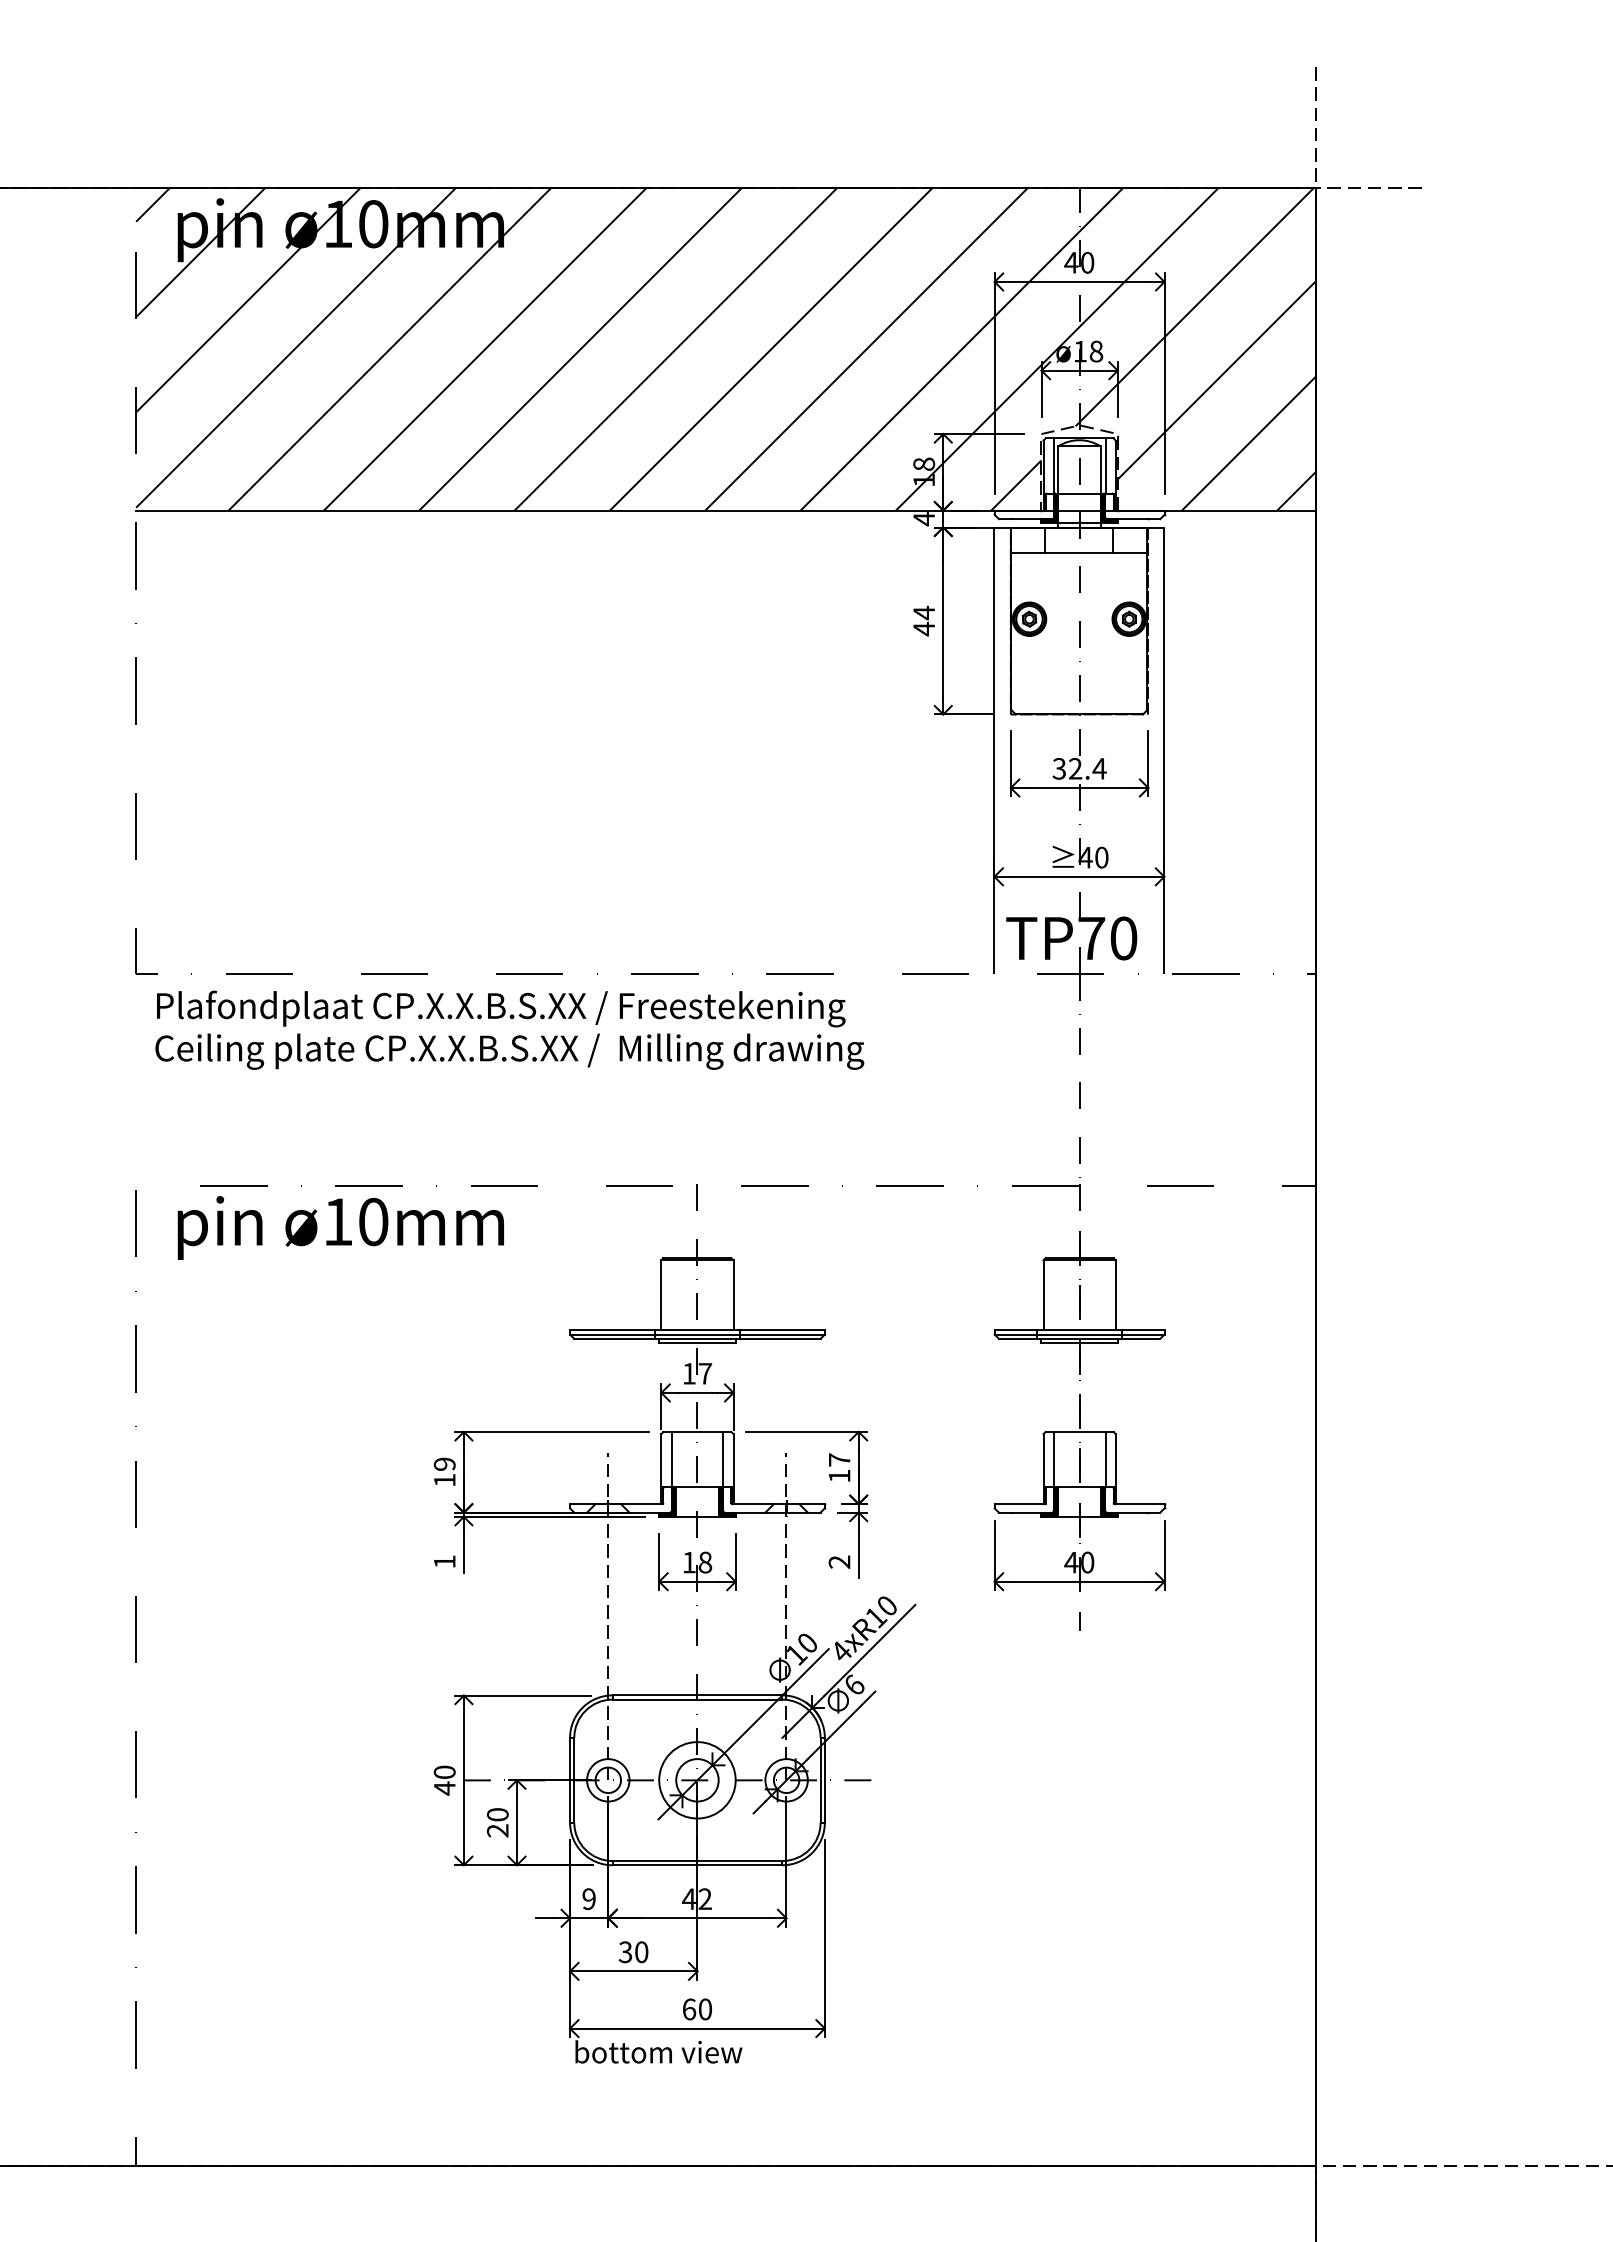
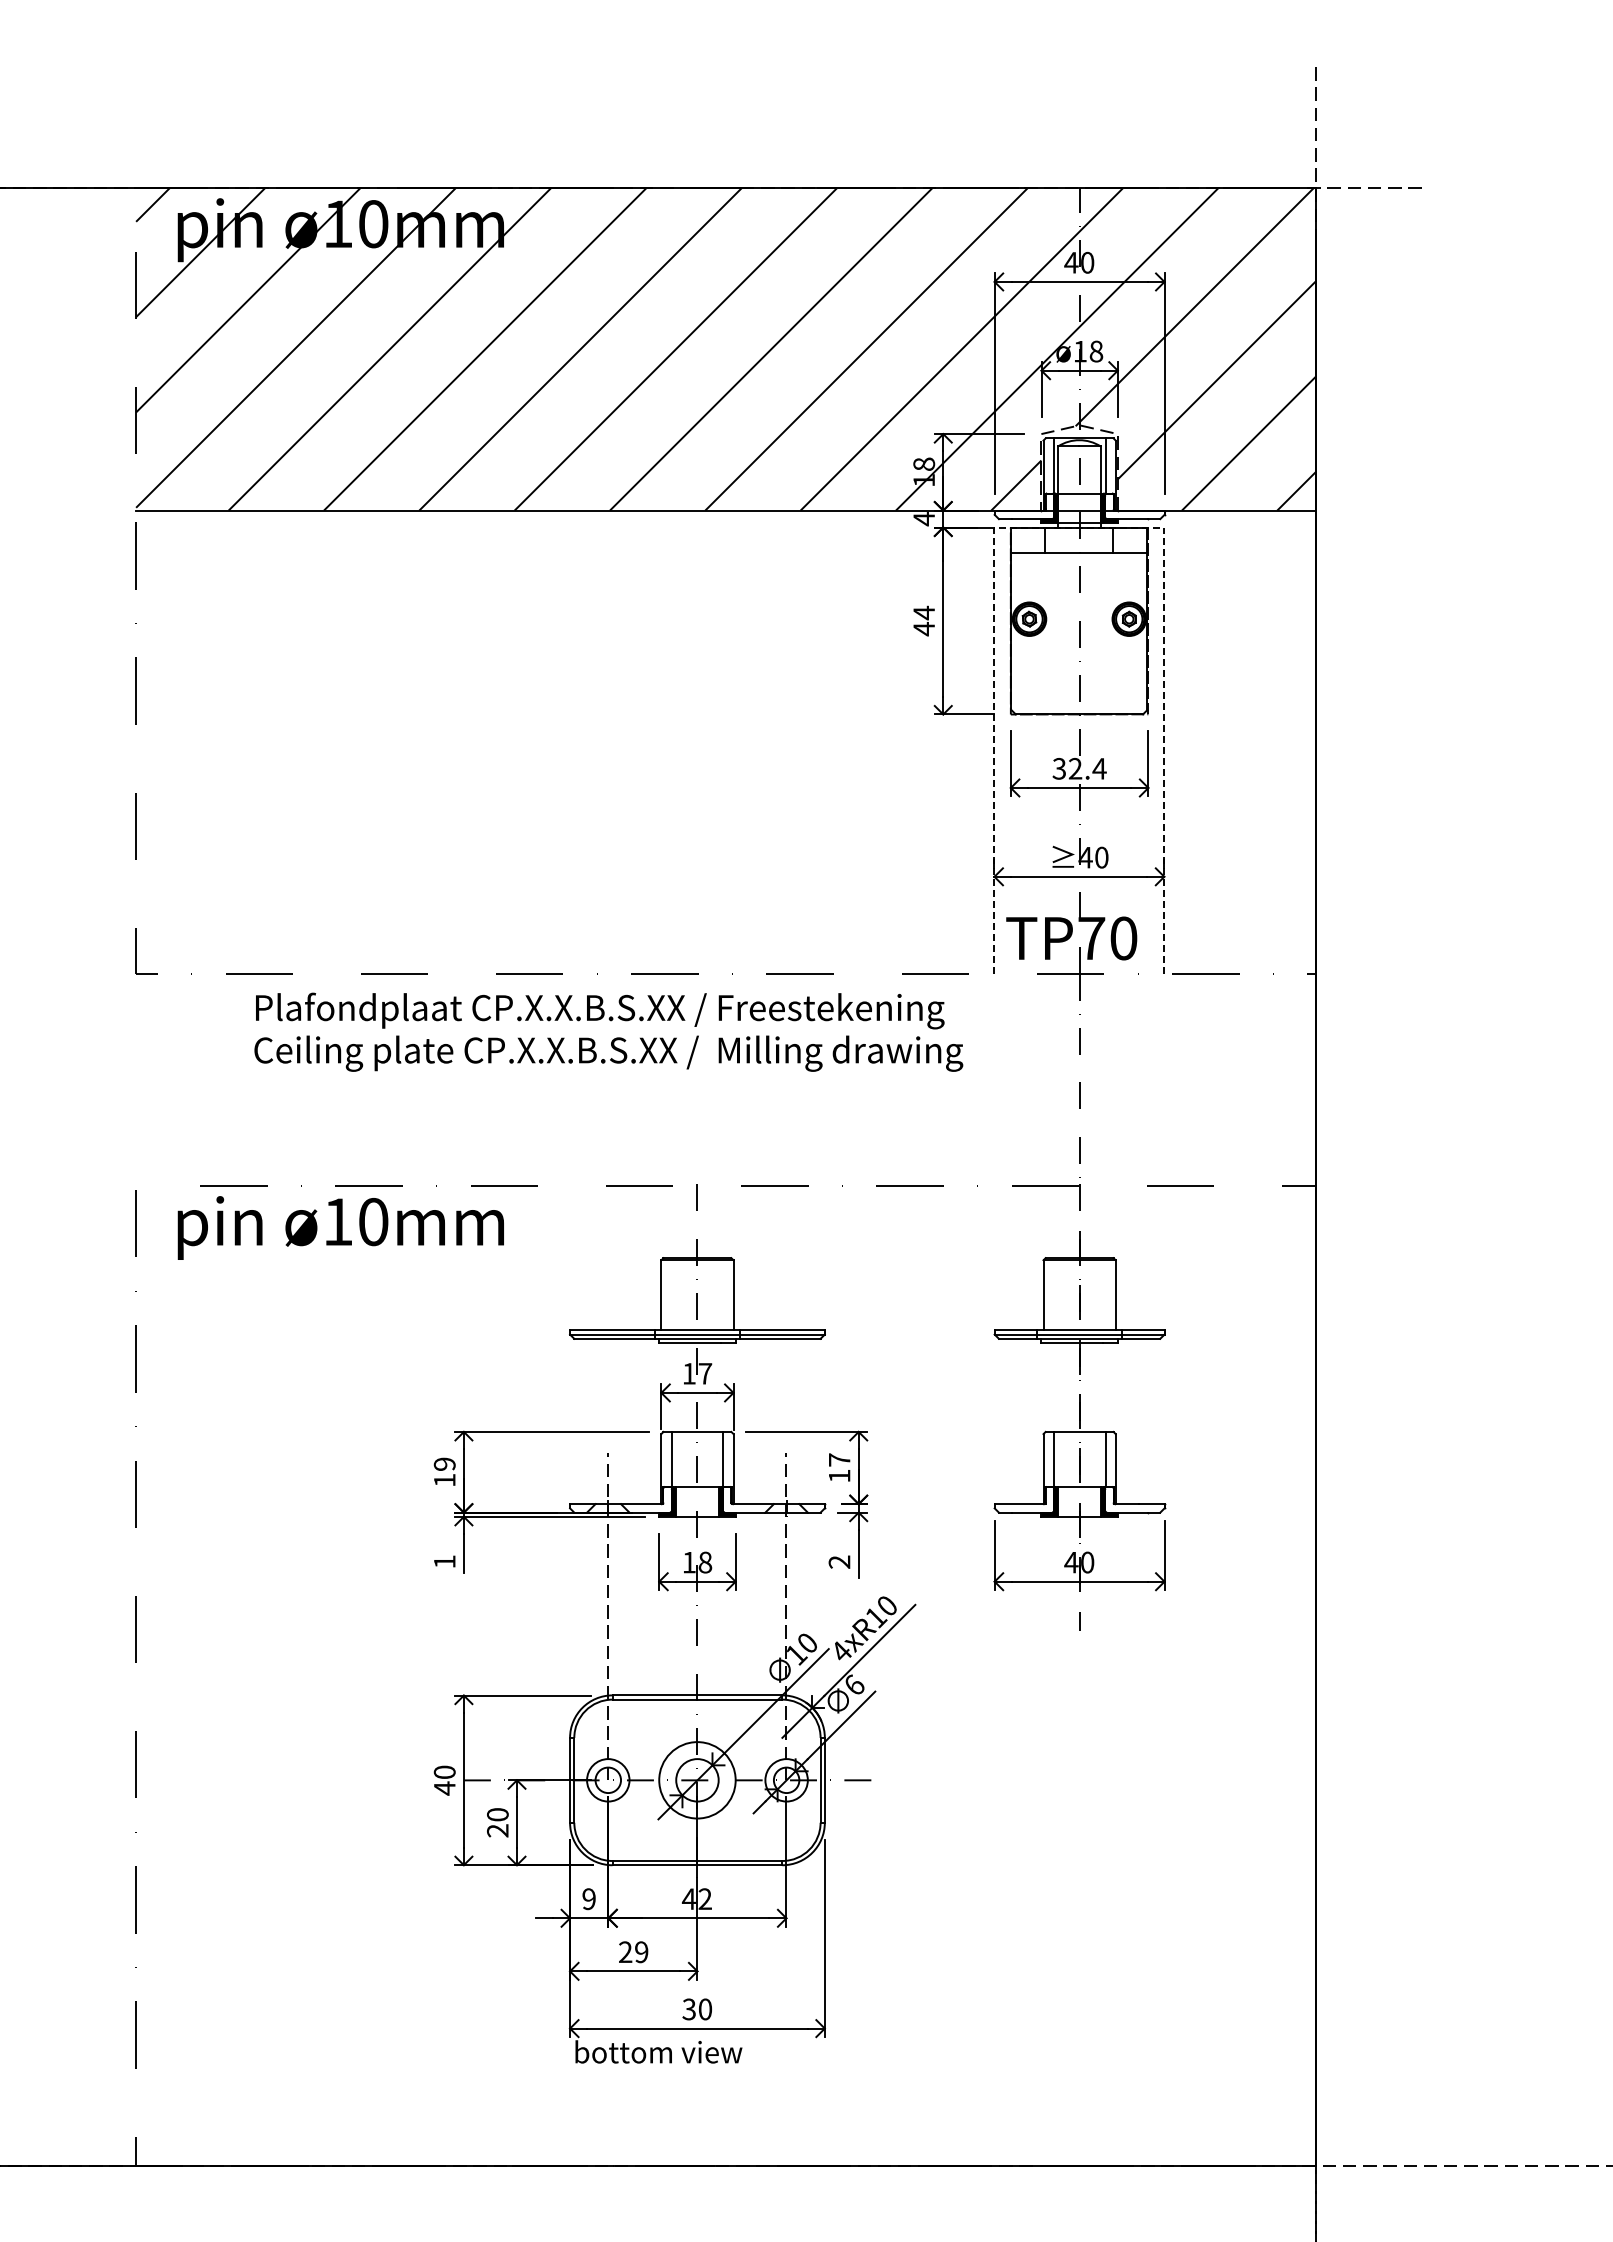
line at (1079, 527): solid -> dashed
text at (509, 1029) position: (509, 1029) -> (608, 1031)
text at (633, 1952): 30 -> 29
text at (689, 2009): 60 -> 30
